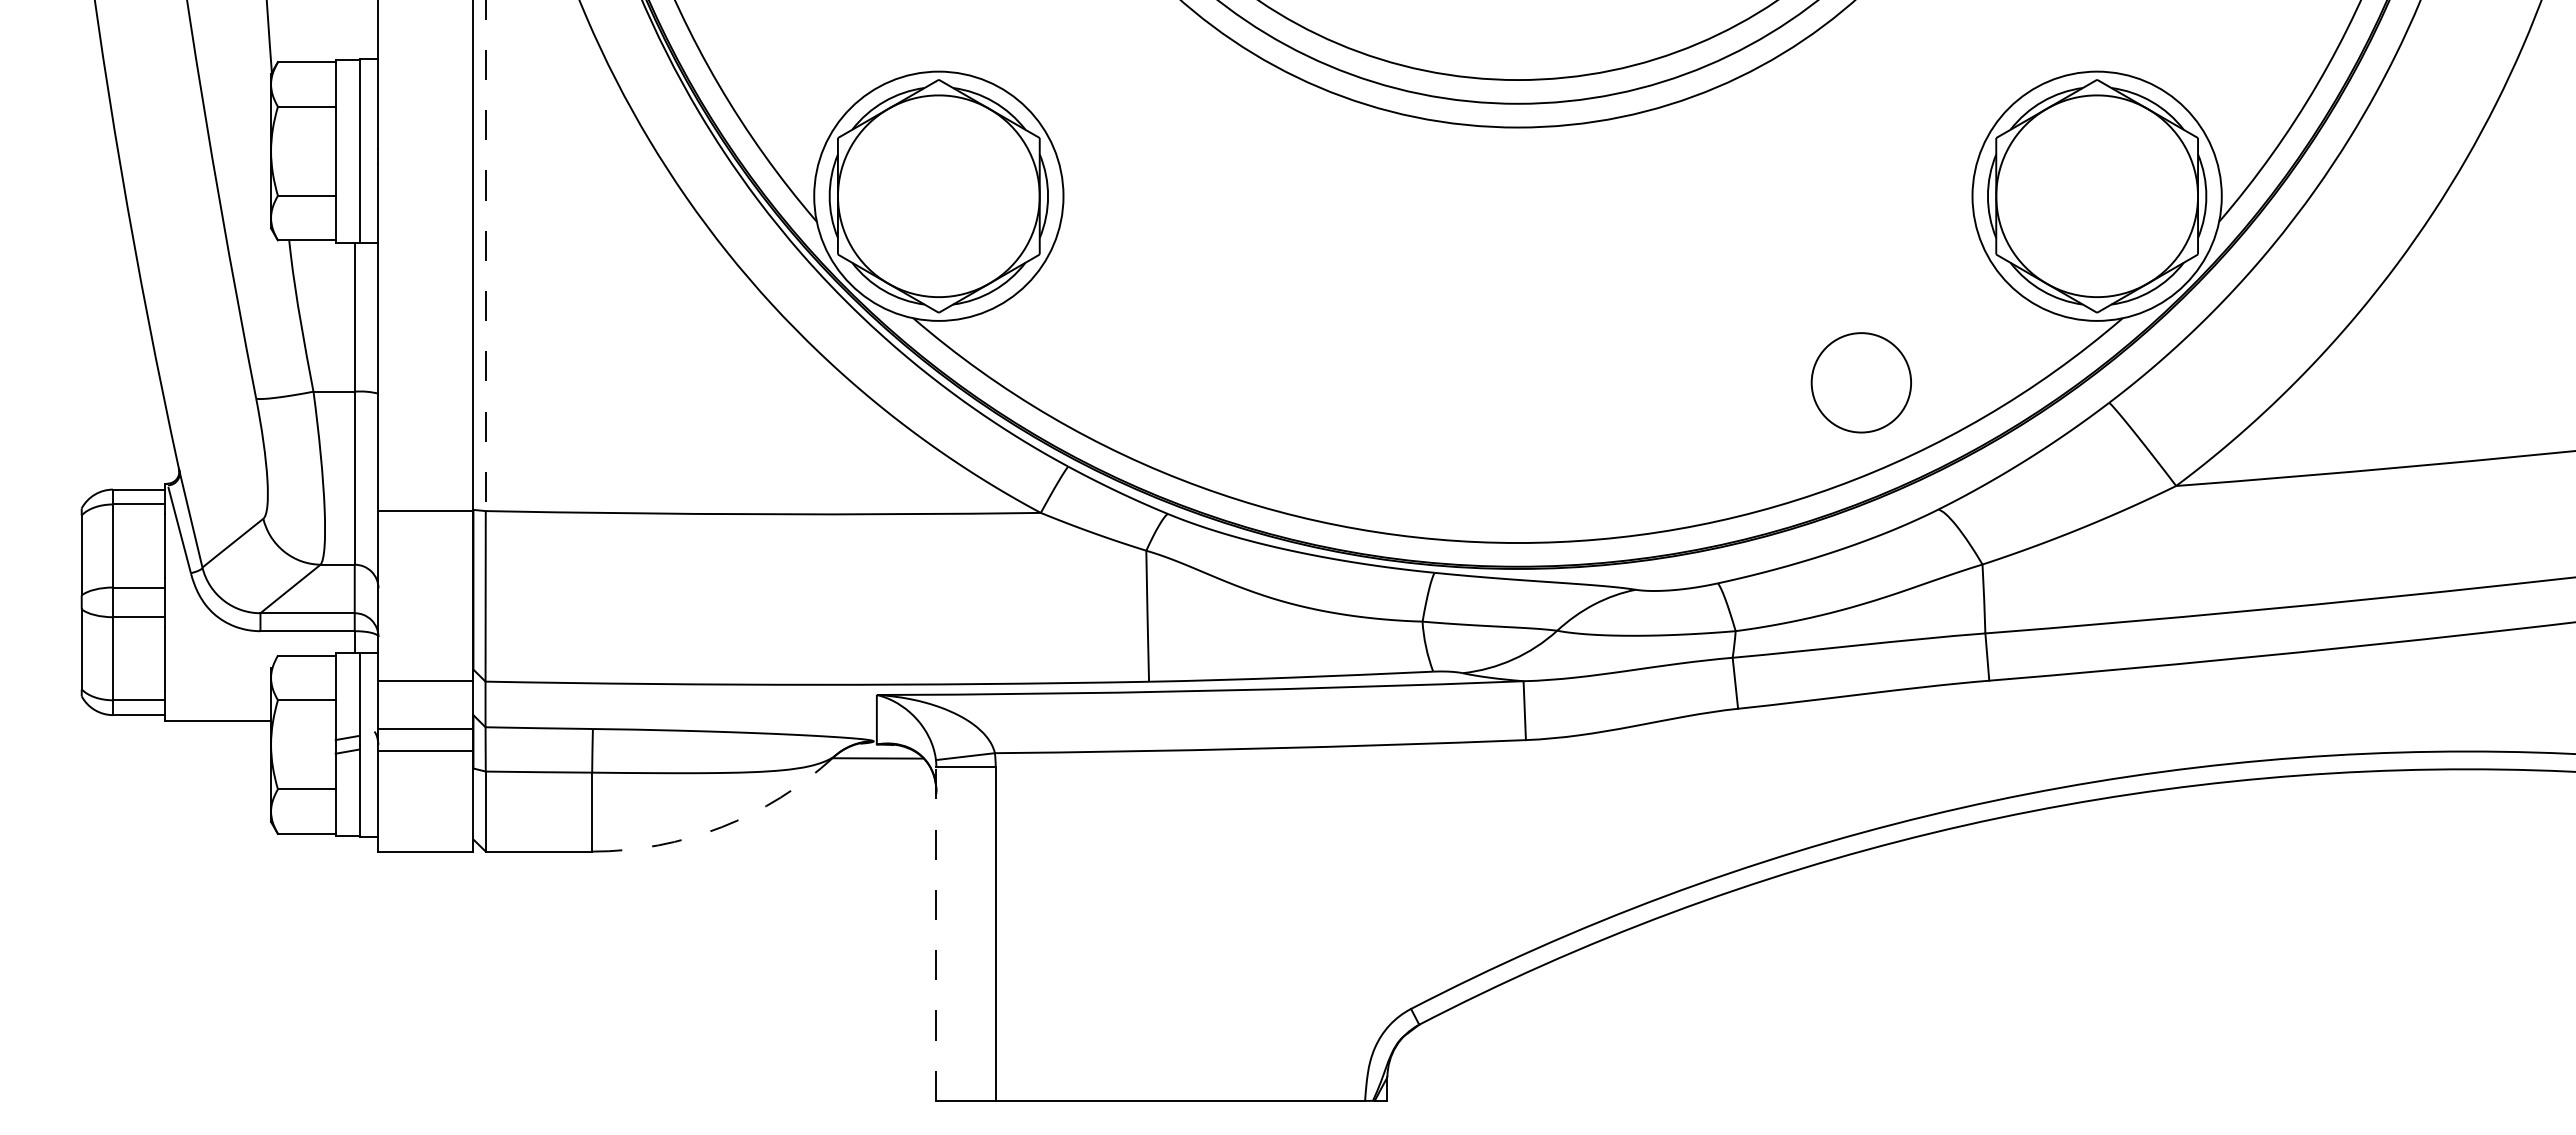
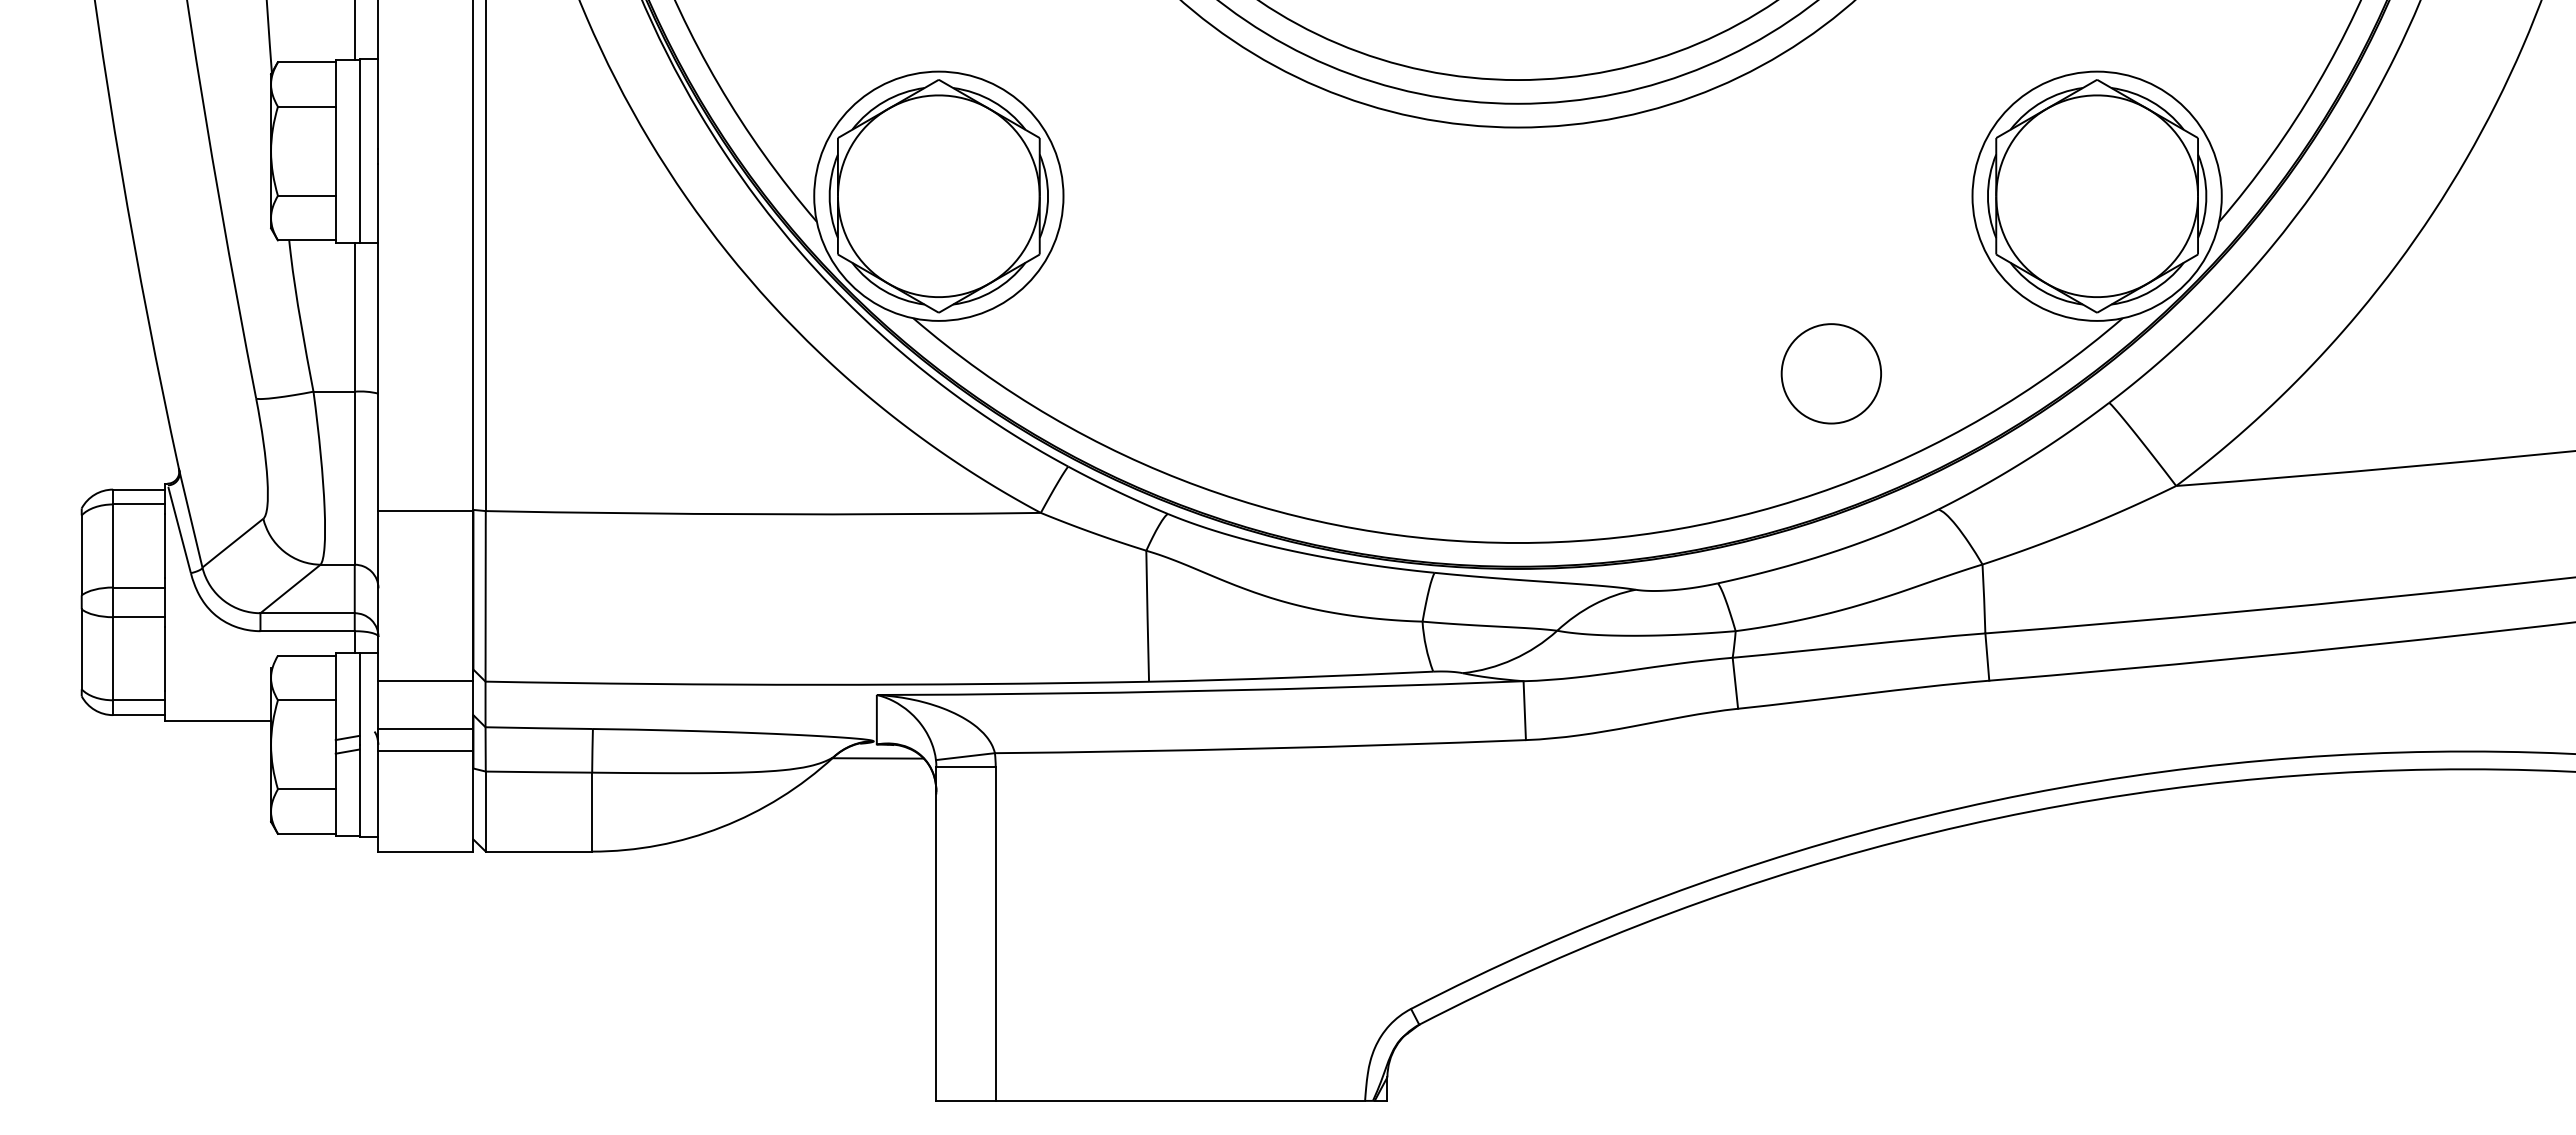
line at (354, 30): none -> present
line at (485, 256): dashed -> solid
circle at (1860, 382) position: (1860, 382) -> (1830, 373)
arc at (721, 827): dashed -> solid
line at (936, 934): dashed -> solid
